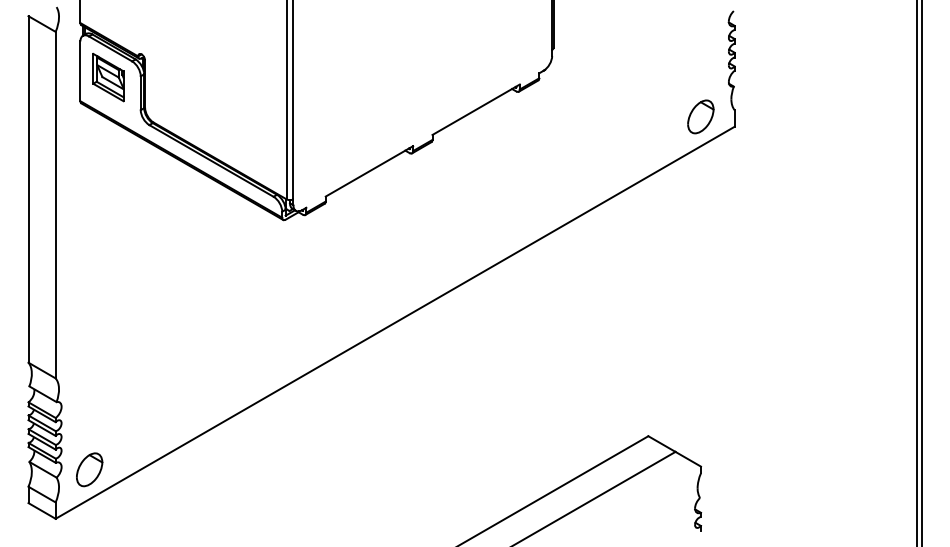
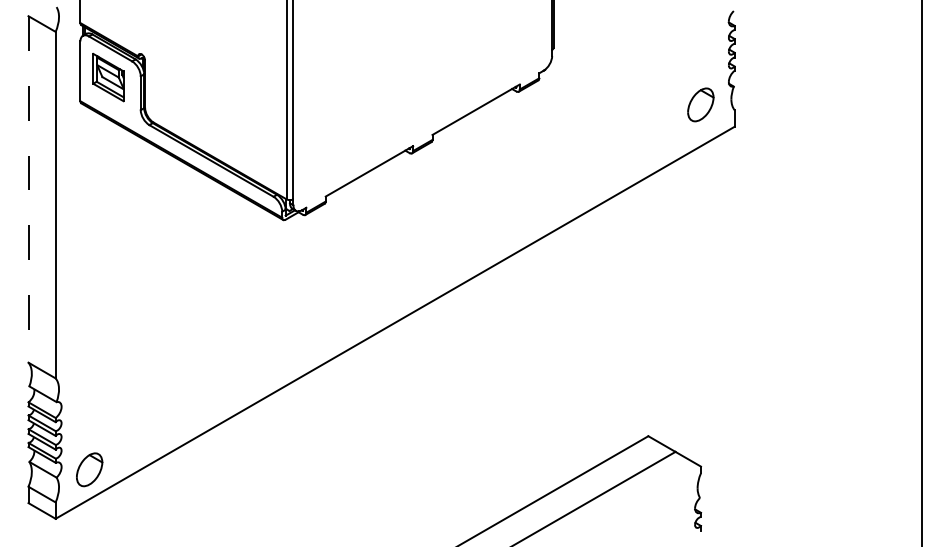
part at (700, 116) position: (700, 116) -> (700, 104)
line at (28, 189): solid -> dashed
line at (916, 272): present -> none
